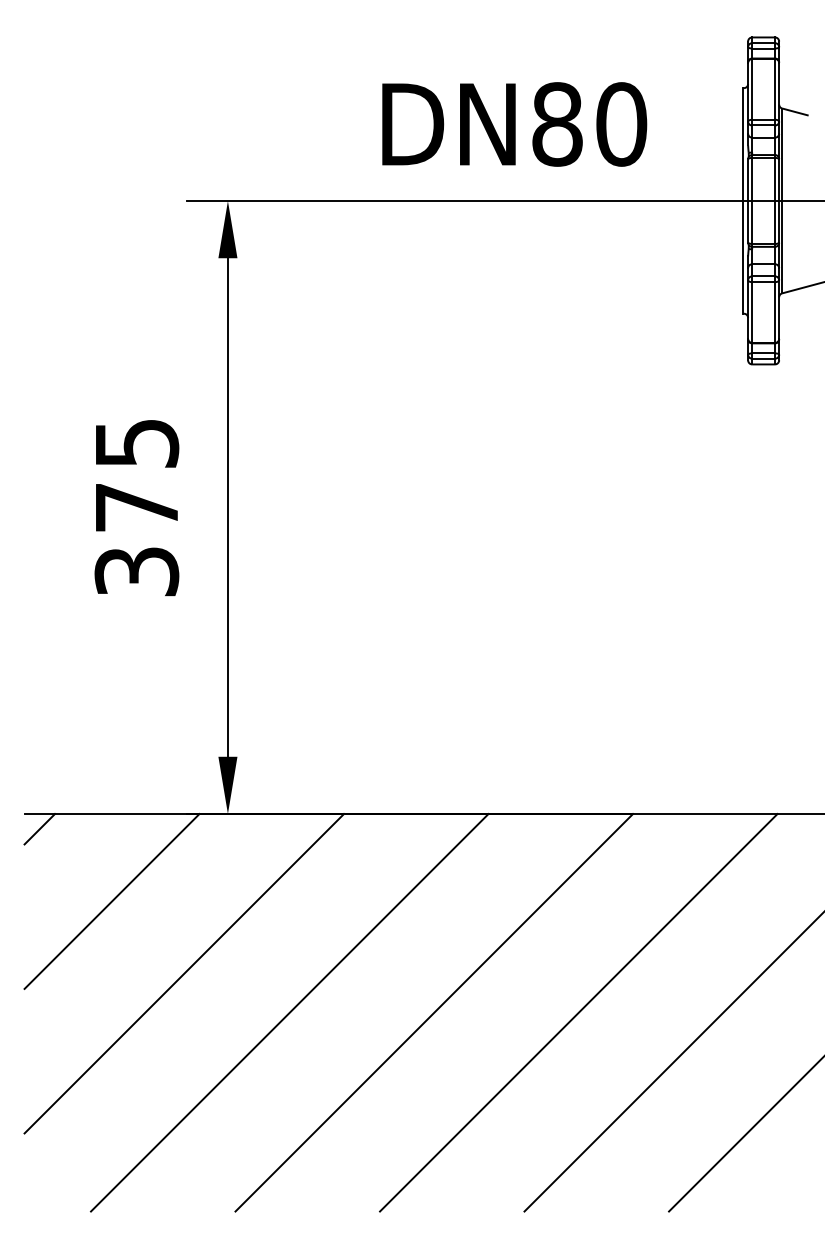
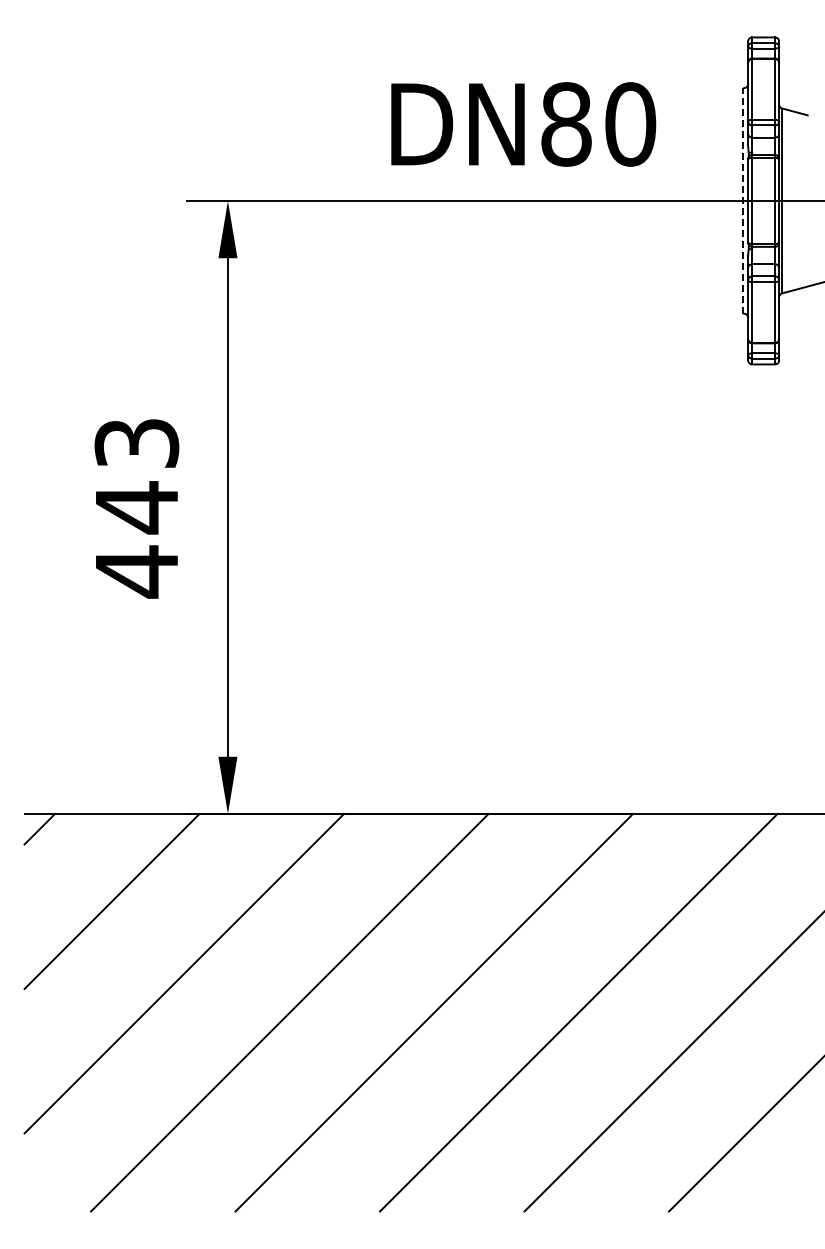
text at (514, 124) position: (514, 124) -> (523, 124)
line at (743, 200): solid -> dashed
text at (136, 508): 375 -> 443
